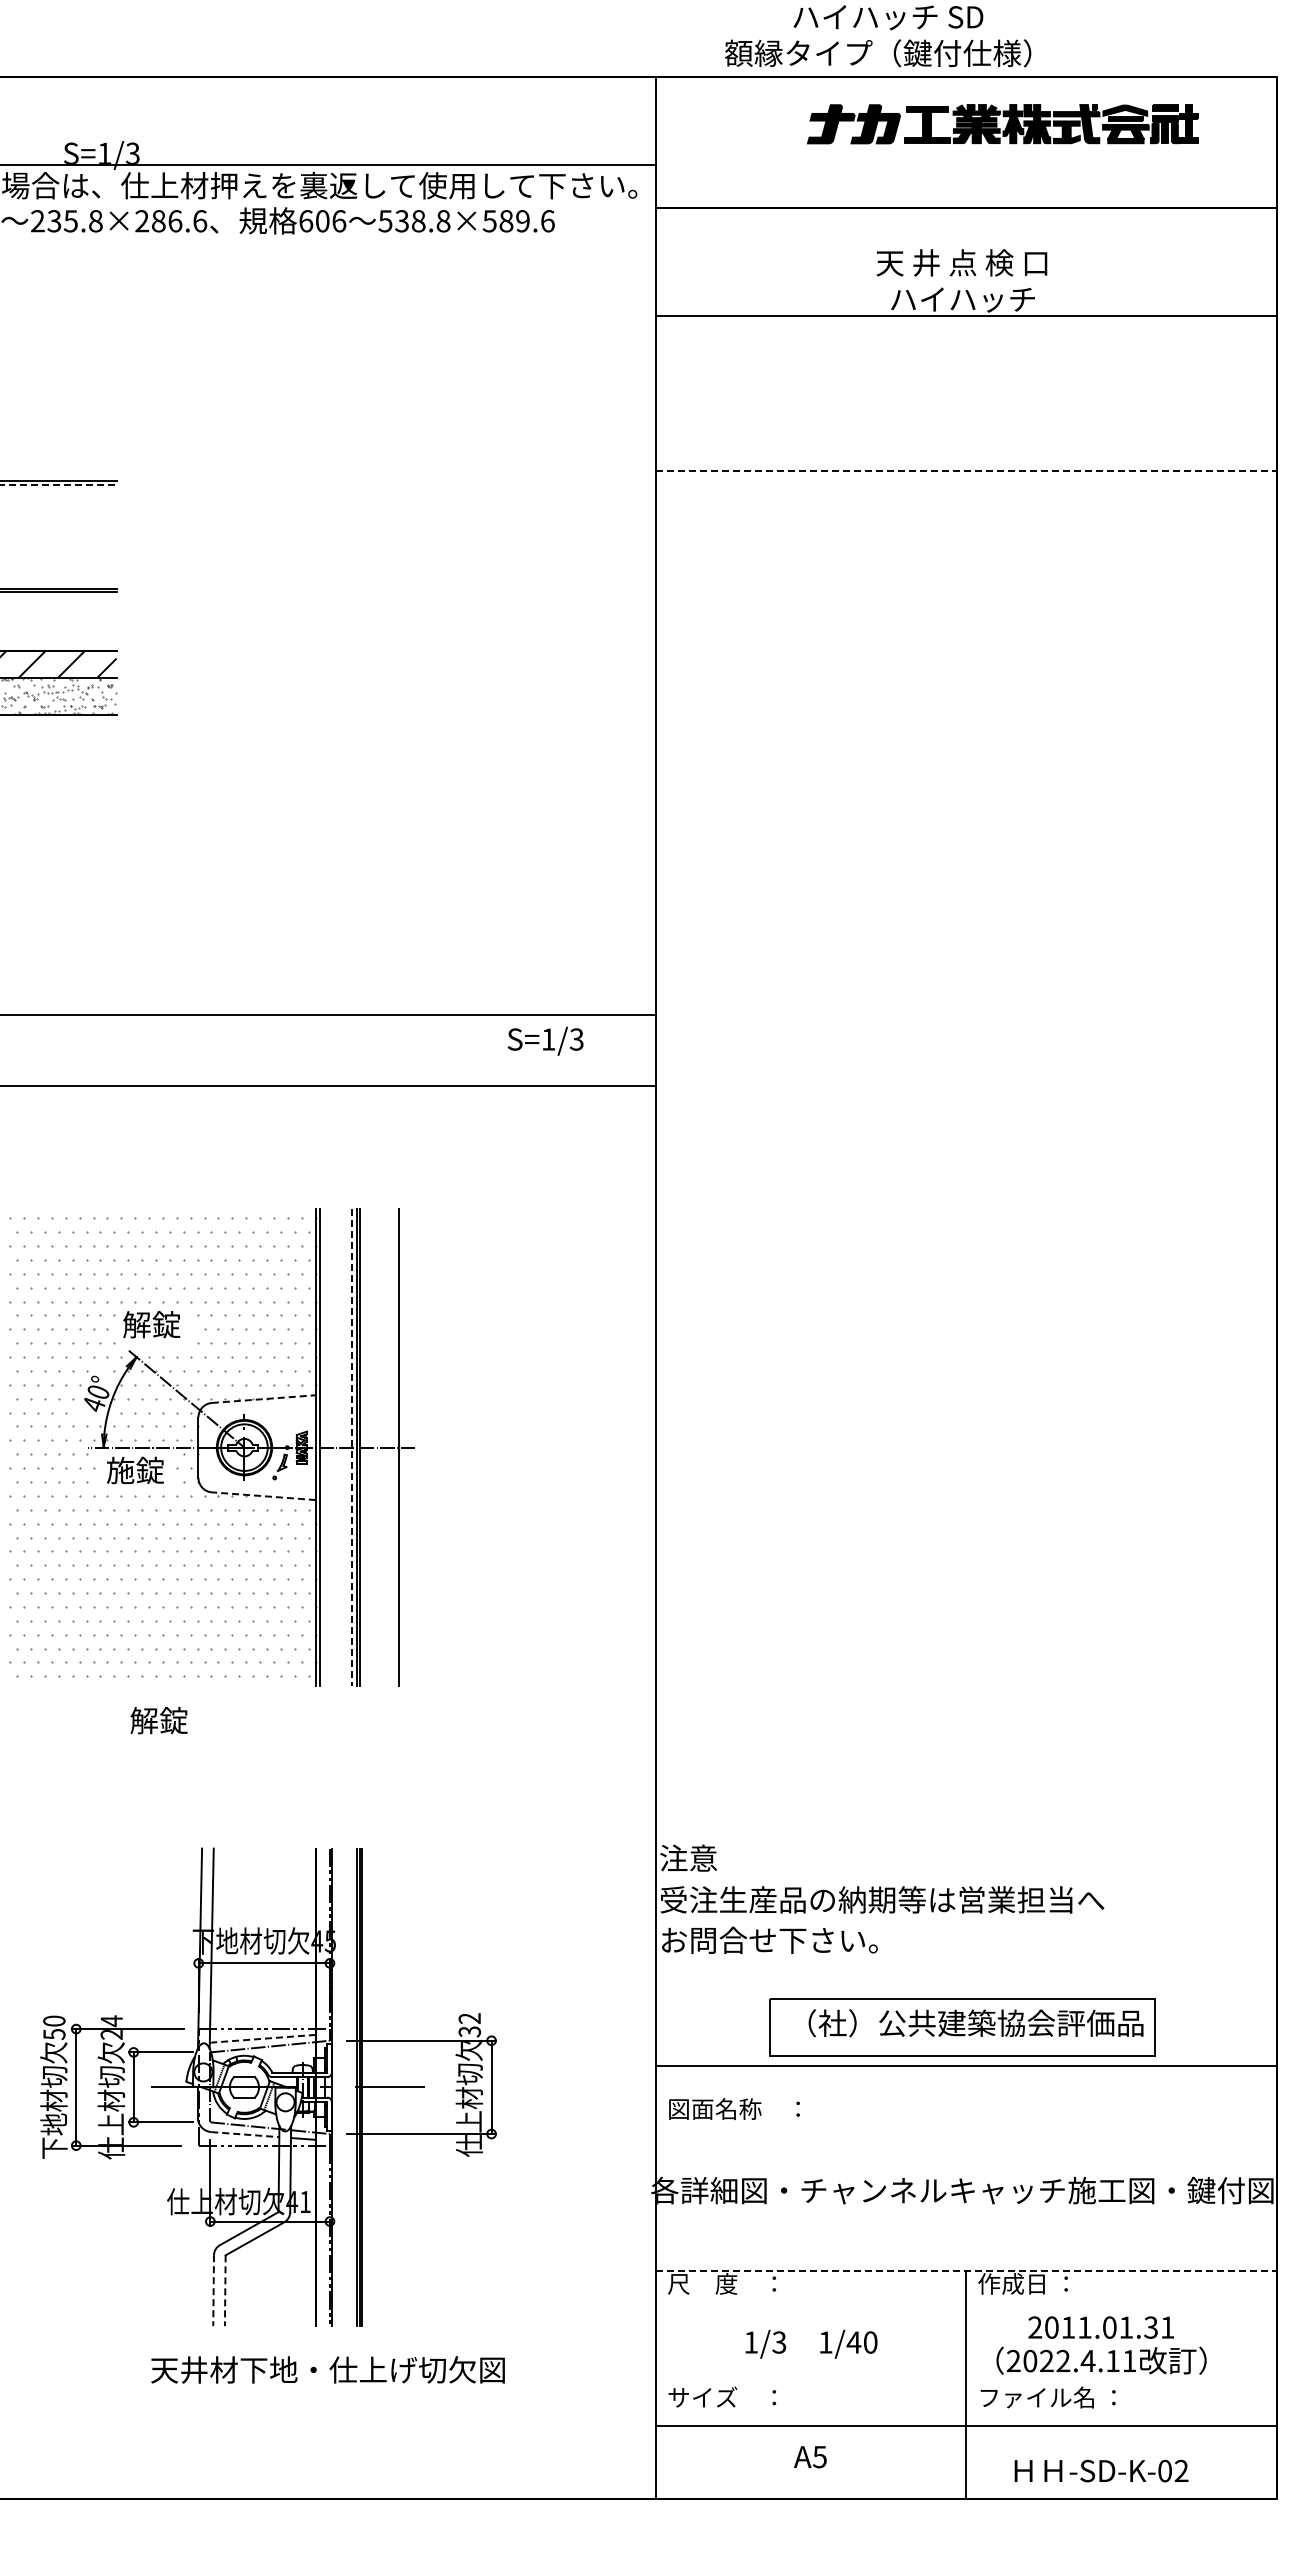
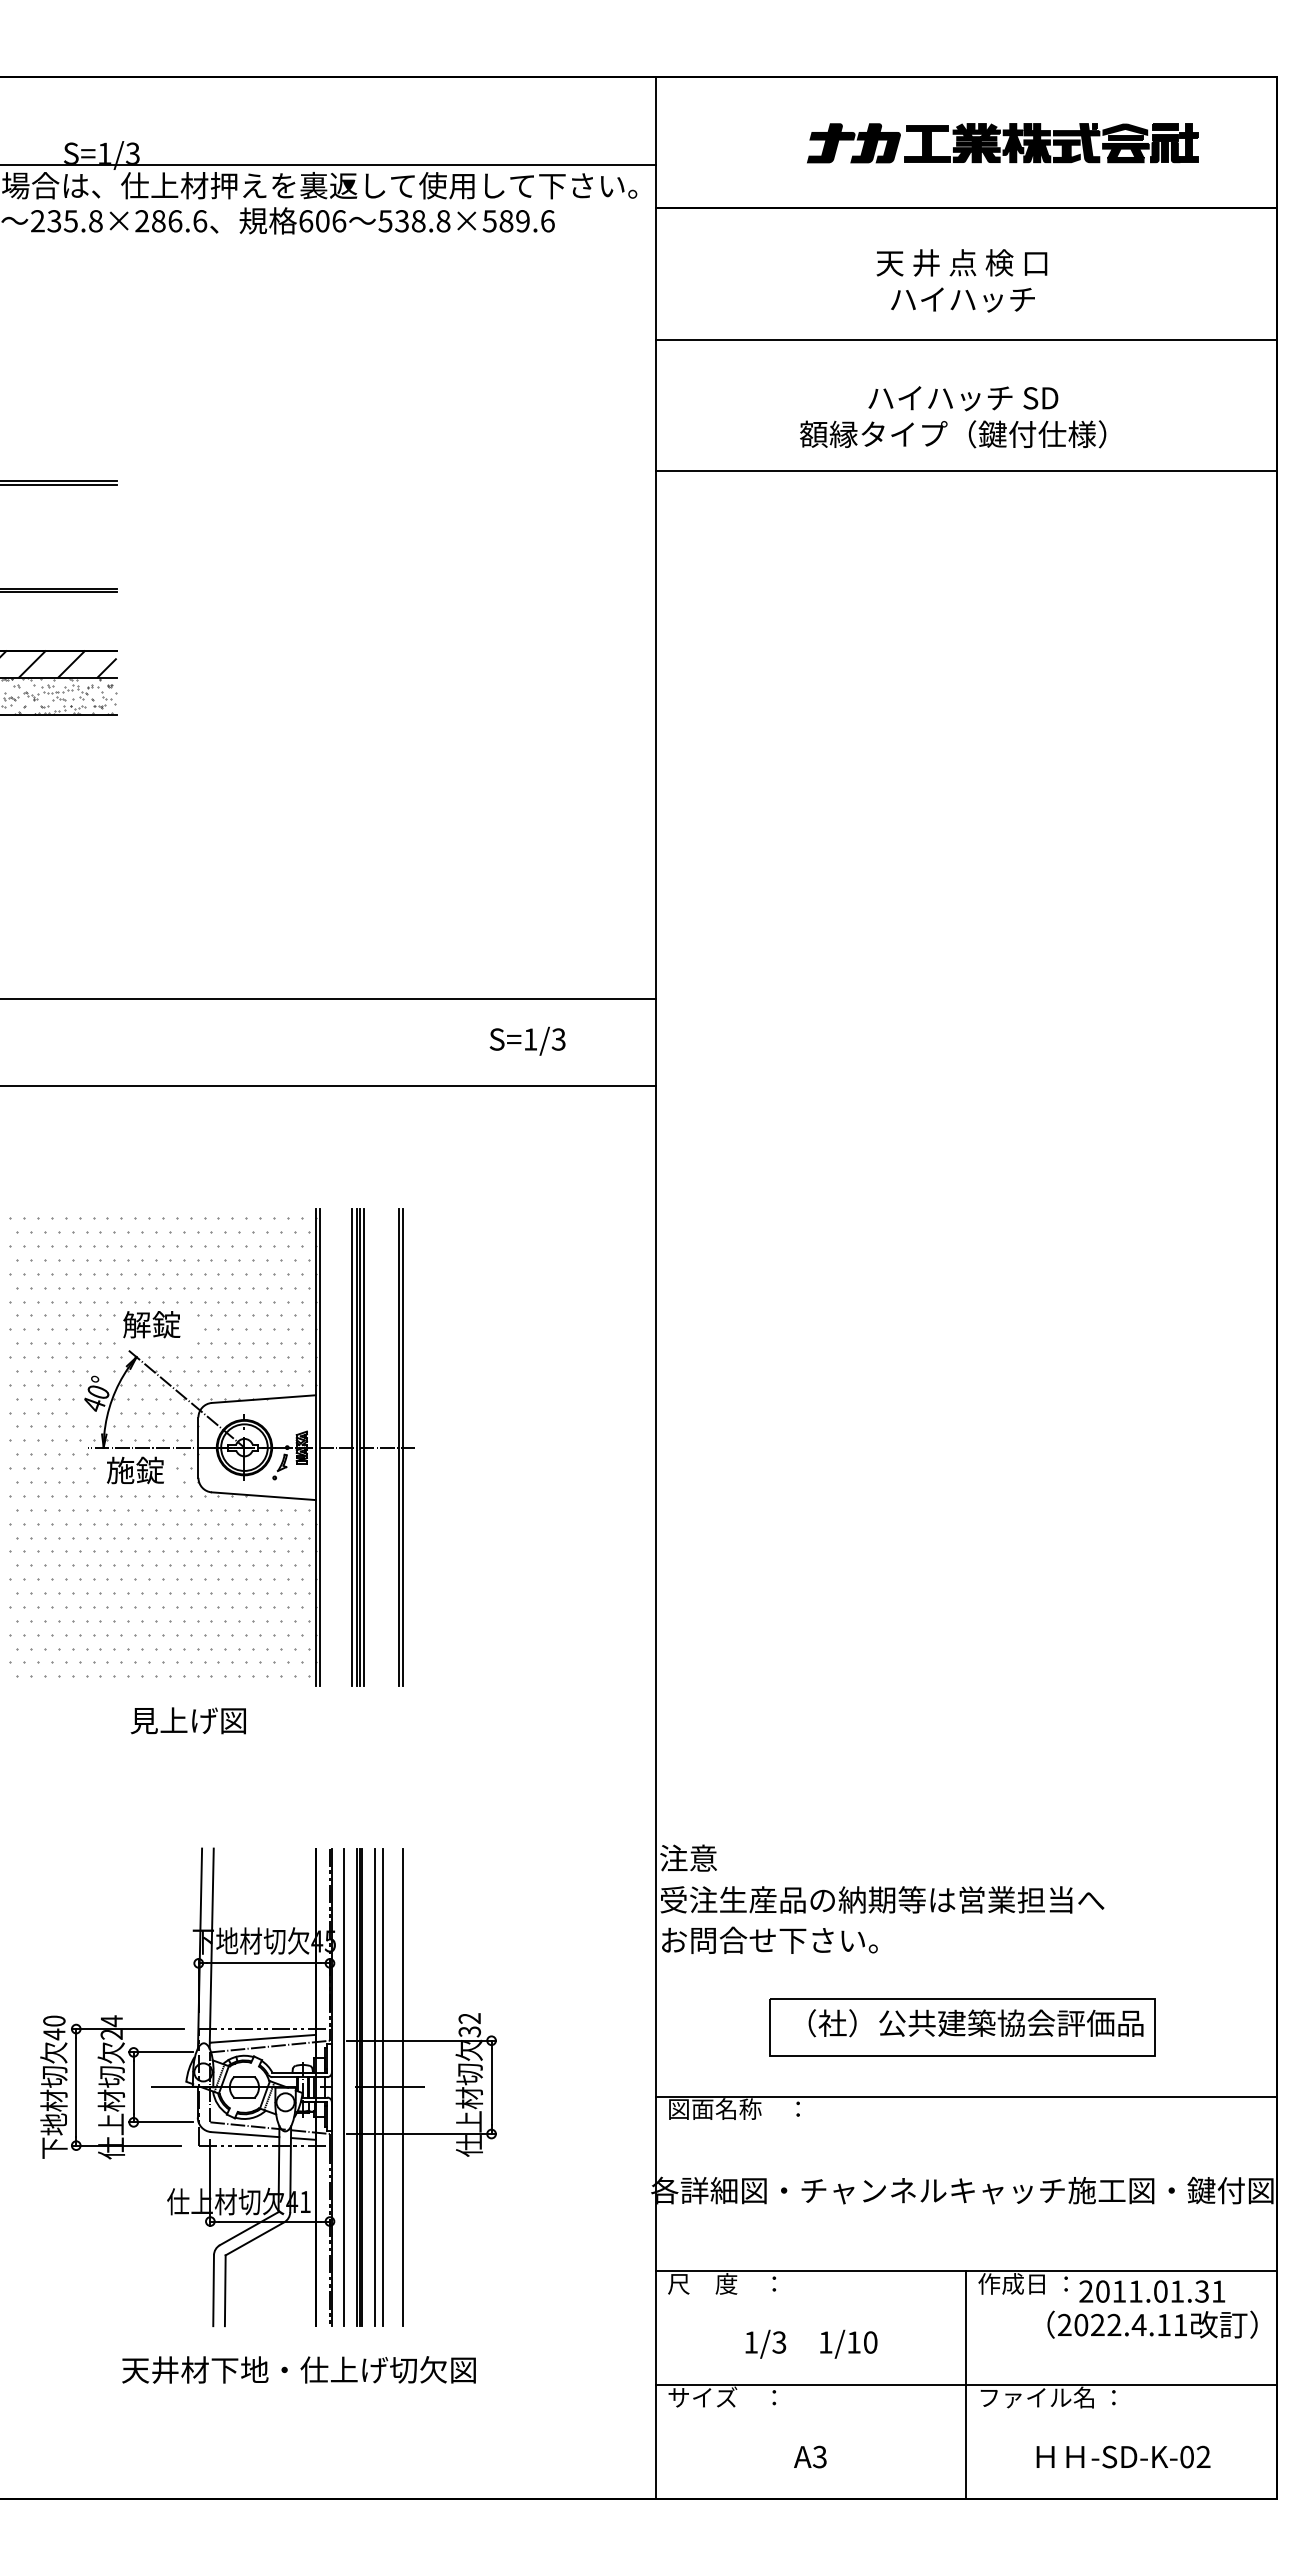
text at (878, 36) position: (878, 36) -> (953, 417)
part at (1002, 124) position: (1002, 124) -> (1002, 143)
line at (965, 315) position: (965, 315) -> (965, 339)
line at (966, 470): dashed -> solid
line at (58, 485): dashed -> solid
line at (328, 1014) position: (328, 1014) -> (328, 998)
text at (545, 1040) position: (545, 1040) -> (527, 1040)
line at (264, 1399): dashed -> solid
line at (352, 1447): dashed -> solid
line at (363, 1447): none -> present
line at (403, 1447): none -> present
line at (263, 1496): dashed -> solid
text at (187, 1720): 解錠 -> 見上げ図
text at (54, 2034): 50 -> 40
line at (263, 2038): dashed -> solid
line at (965, 2065) position: (965, 2065) -> (965, 2096)
line at (343, 2087): none -> present
line at (374, 2087): none -> present
line at (383, 2087): none -> present
line at (403, 2087): none -> present
line at (245, 2134): dashed -> solid
line at (966, 2271): dashed -> solid
line at (213, 2291): dashed -> solid
line at (225, 2291): dashed -> solid
text at (853, 2342): 1/40 -> 1/10
text at (1101, 2345) position: (1101, 2345) -> (1152, 2309)
text at (327, 2369) position: (327, 2369) -> (298, 2369)
line at (965, 2426) position: (965, 2426) -> (965, 2385)
text at (819, 2456): A5 -> A3
text at (1101, 2470) position: (1101, 2470) -> (1123, 2456)
